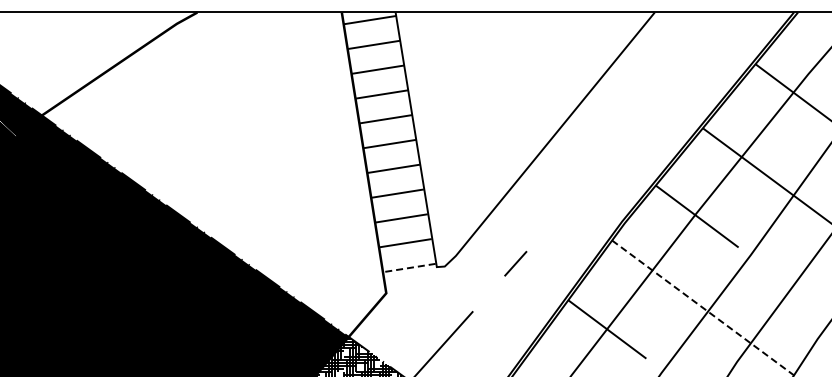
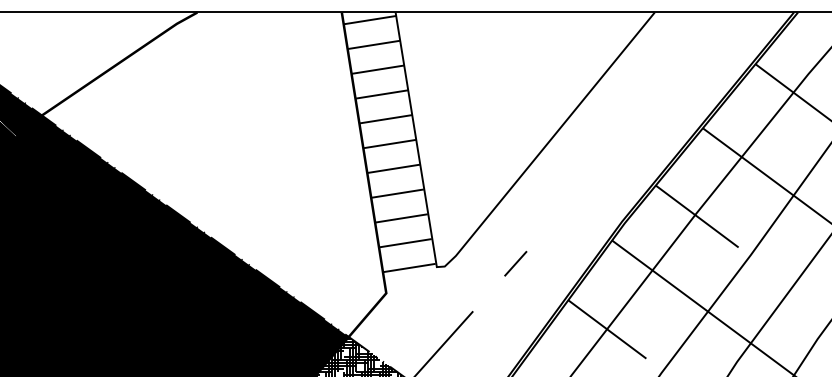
line at (409, 268): dashed -> solid
line at (704, 308): dashed -> solid
